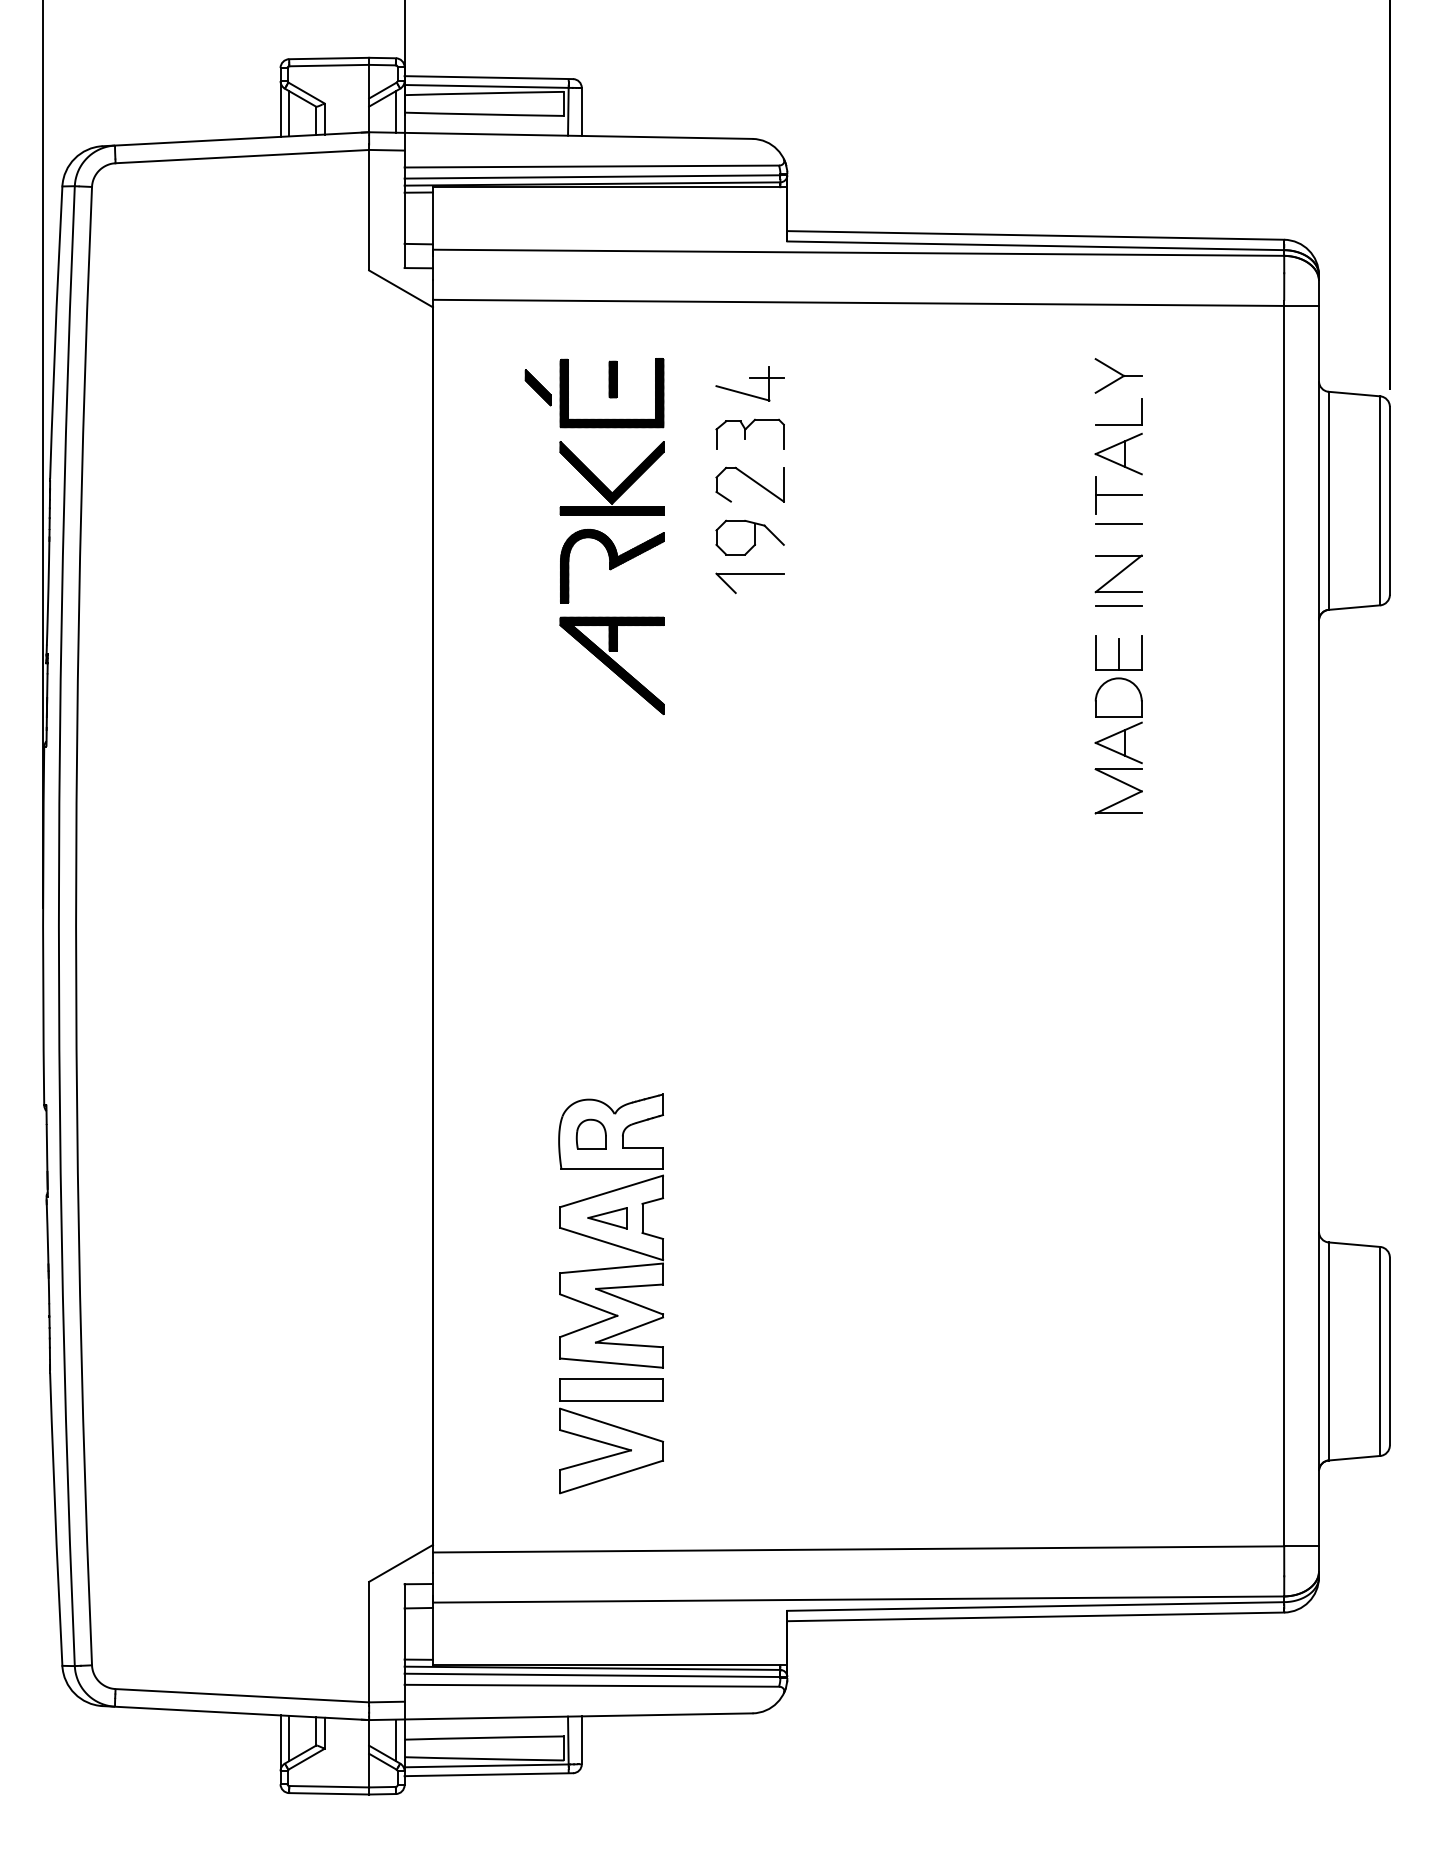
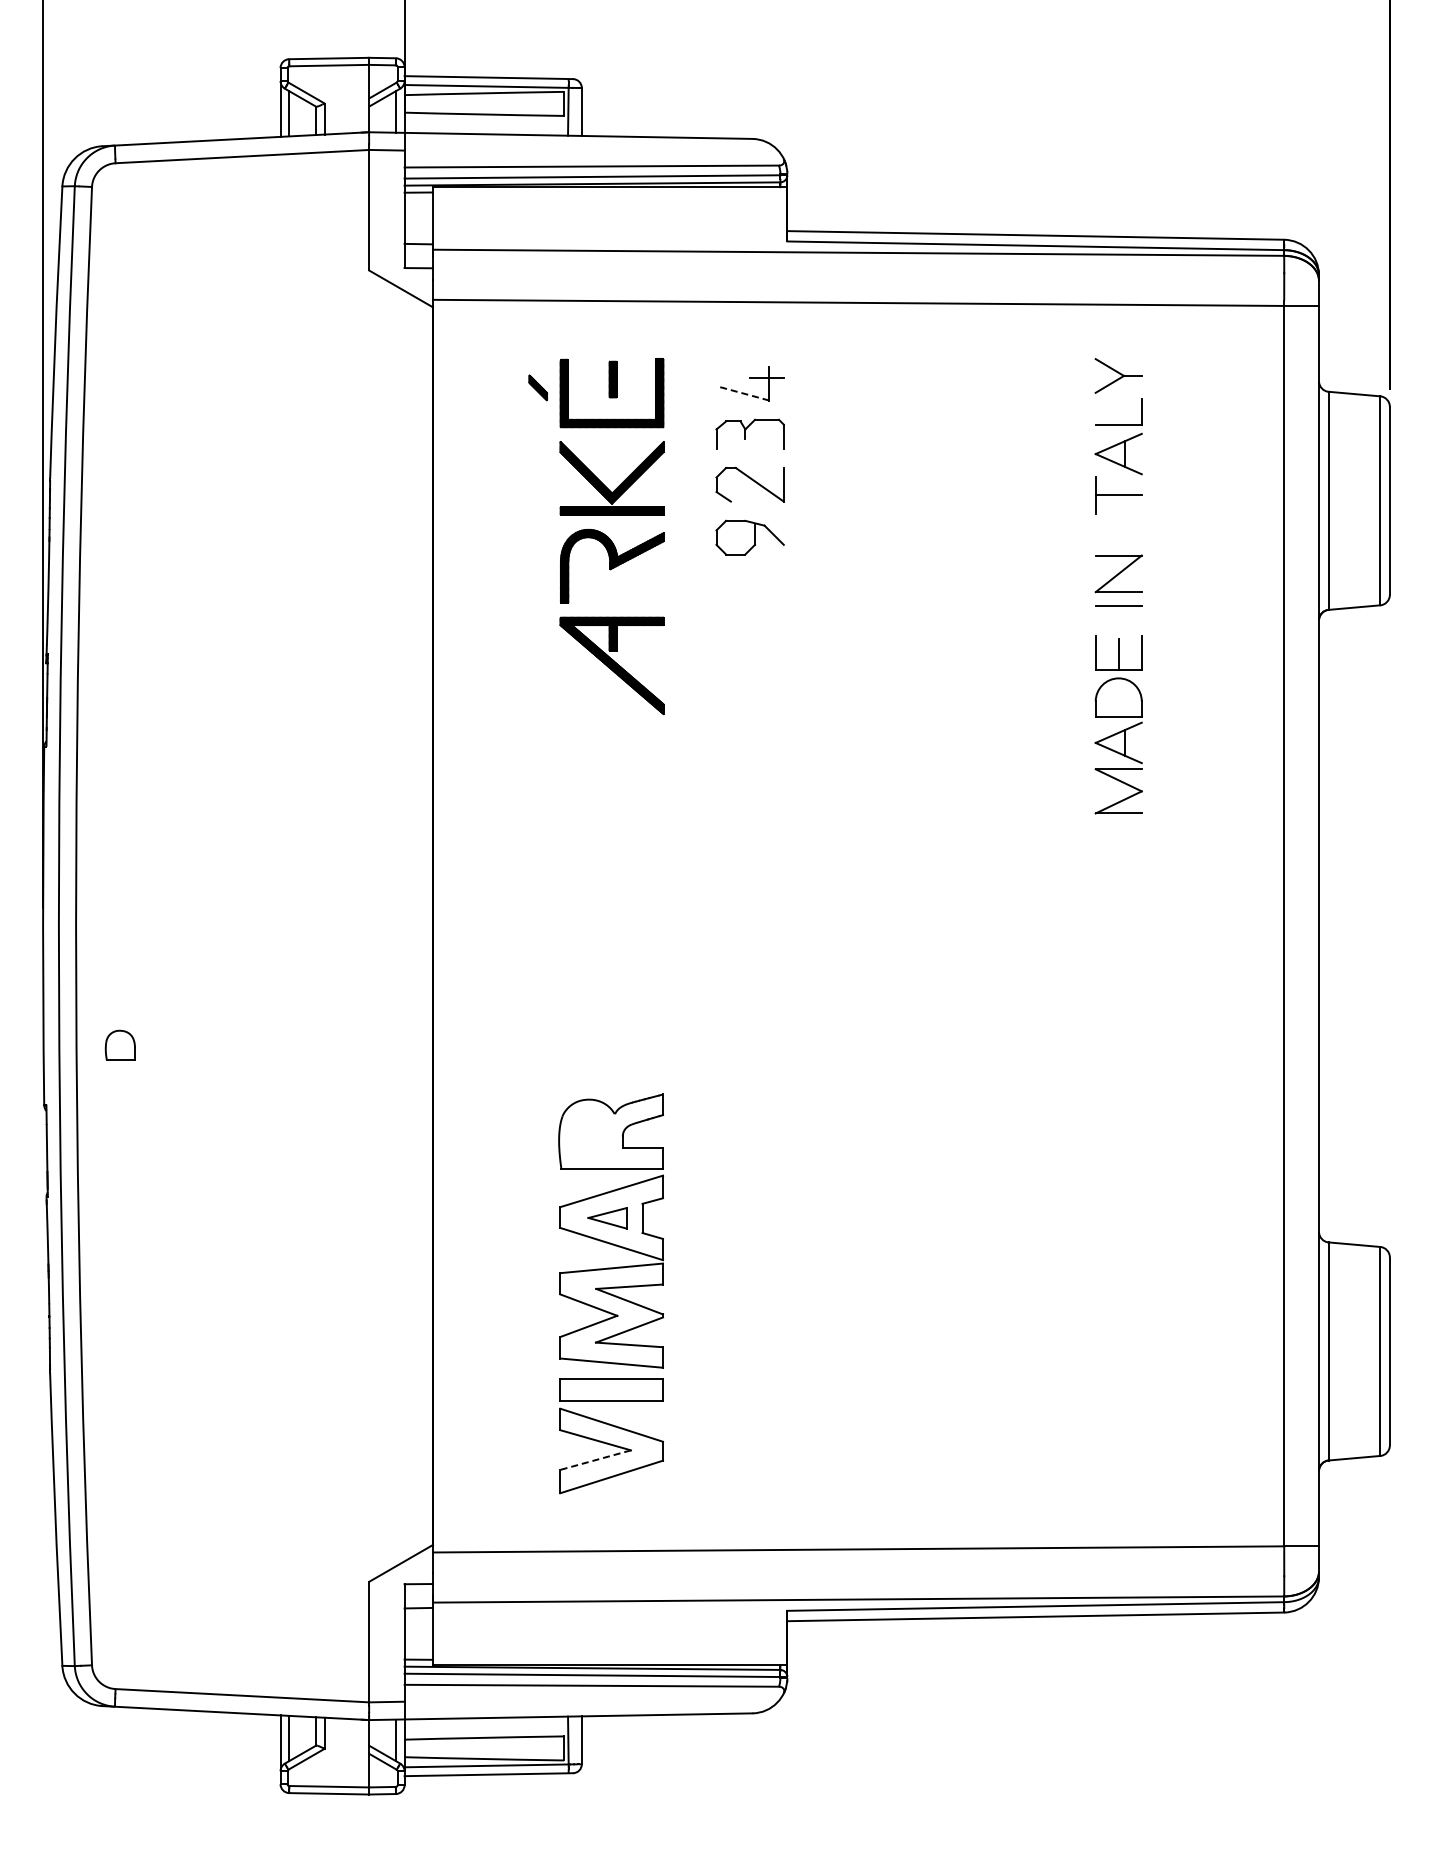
part at (537, 387) size: 28x38 px -> 20x28 px
line at (742, 393): solid -> dashed
line at (1118, 523): present -> none
part at (749, 574): present -> none
part at (590, 1133) position: (590, 1133) -> (119, 1044)
line at (595, 1460): solid -> dashed
